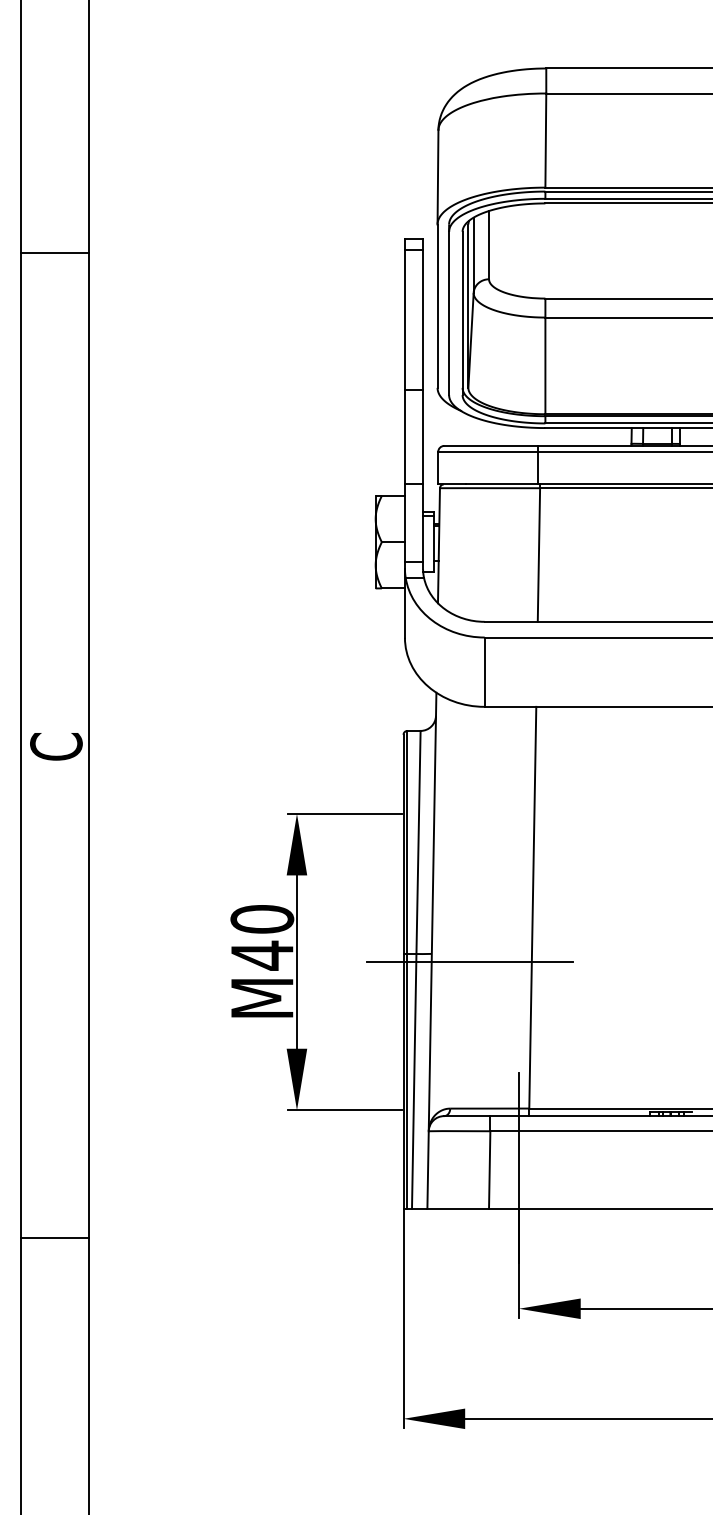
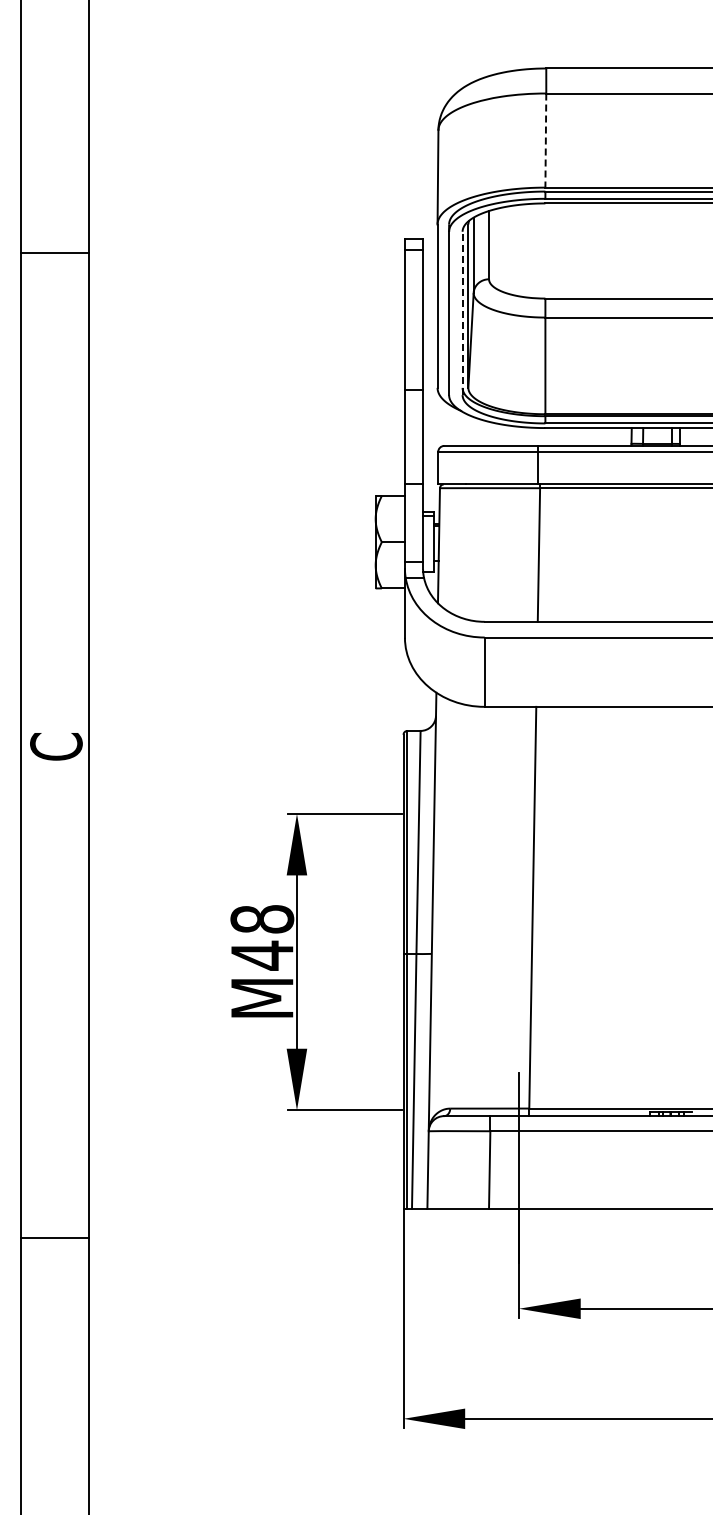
line at (545, 141): solid -> dashed
line at (462, 313): solid -> dashed
text at (261, 919): M40 -> M48
line at (469, 962): present -> none
